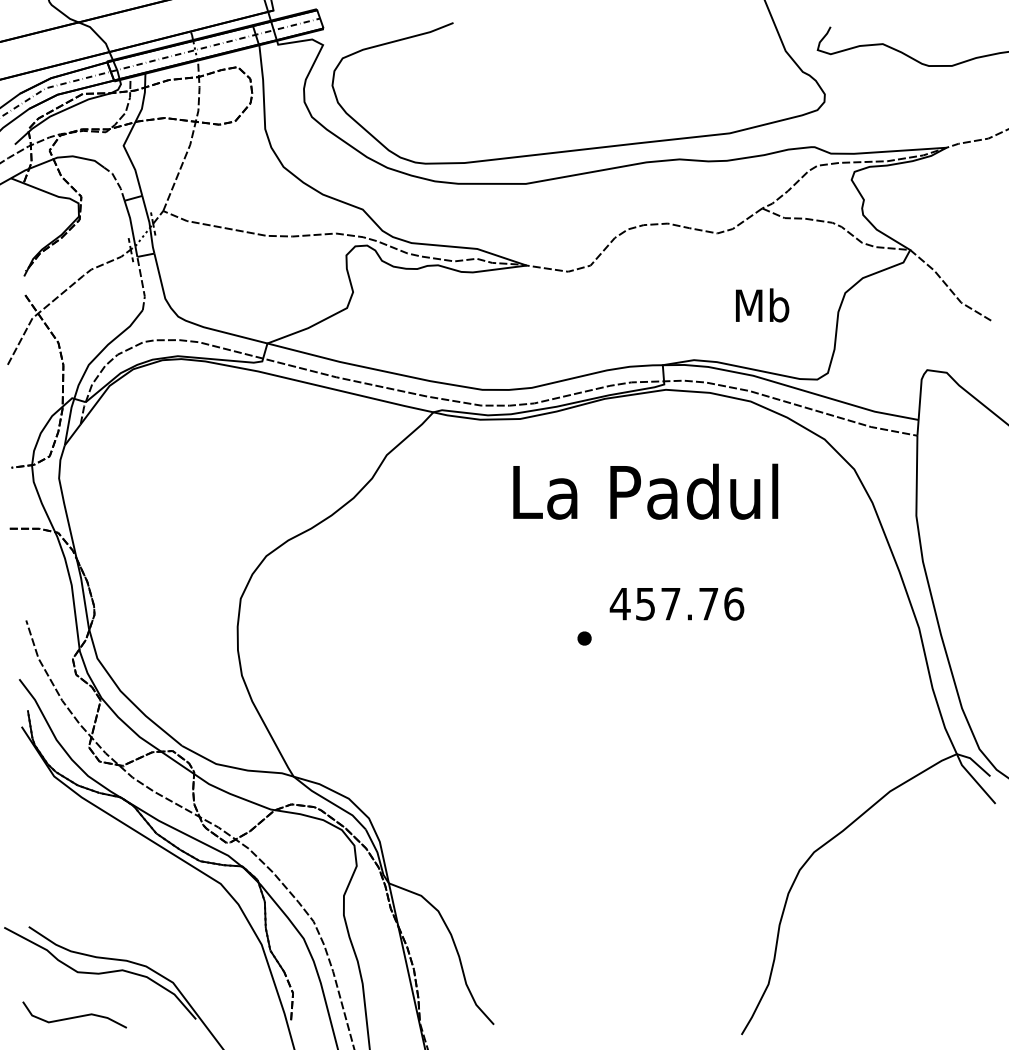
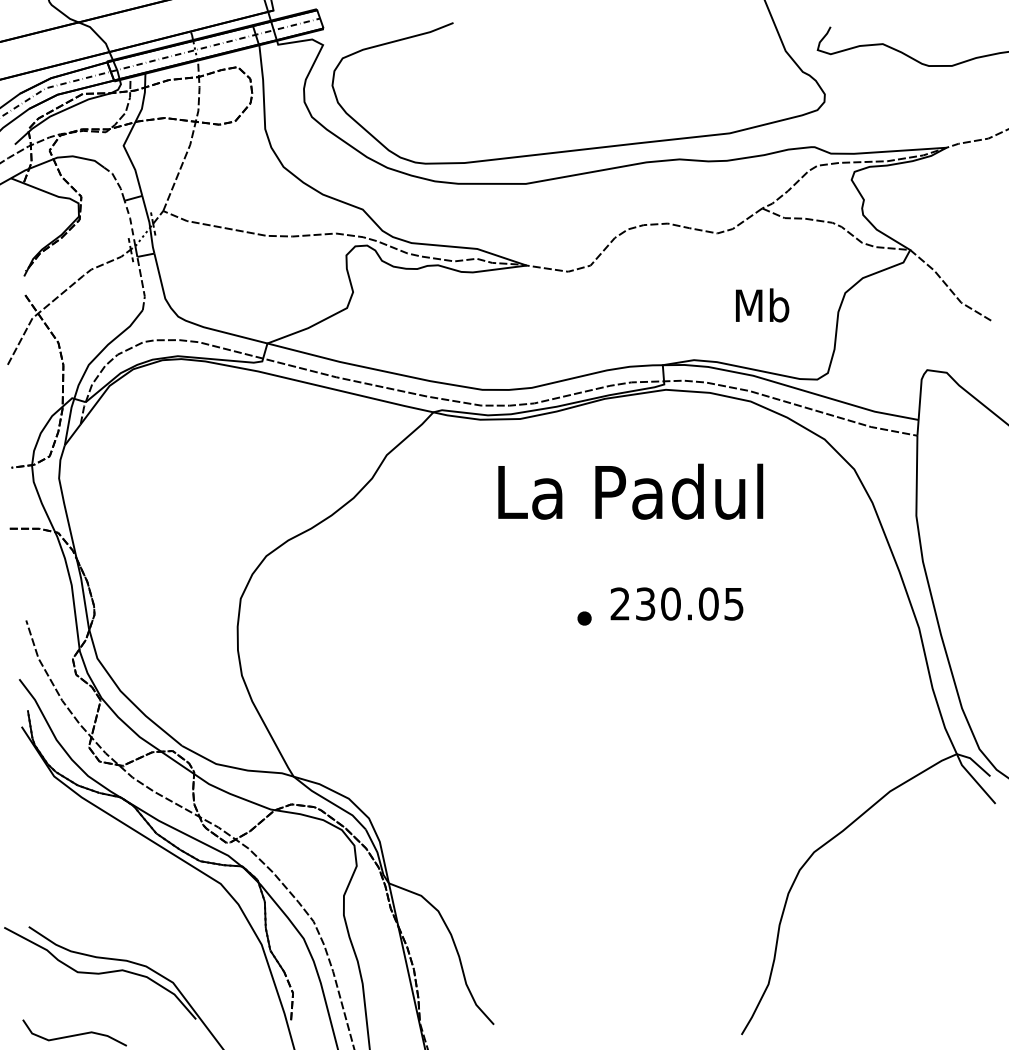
line at (130, 222): solid -> dashed
text at (645, 491) position: (645, 491) -> (630, 491)
text at (676, 603): 457.76 -> 230.05
part at (584, 638) position: (584, 638) -> (584, 618)
curve at (74, 1016) position: (74, 1016) -> (74, 1034)
